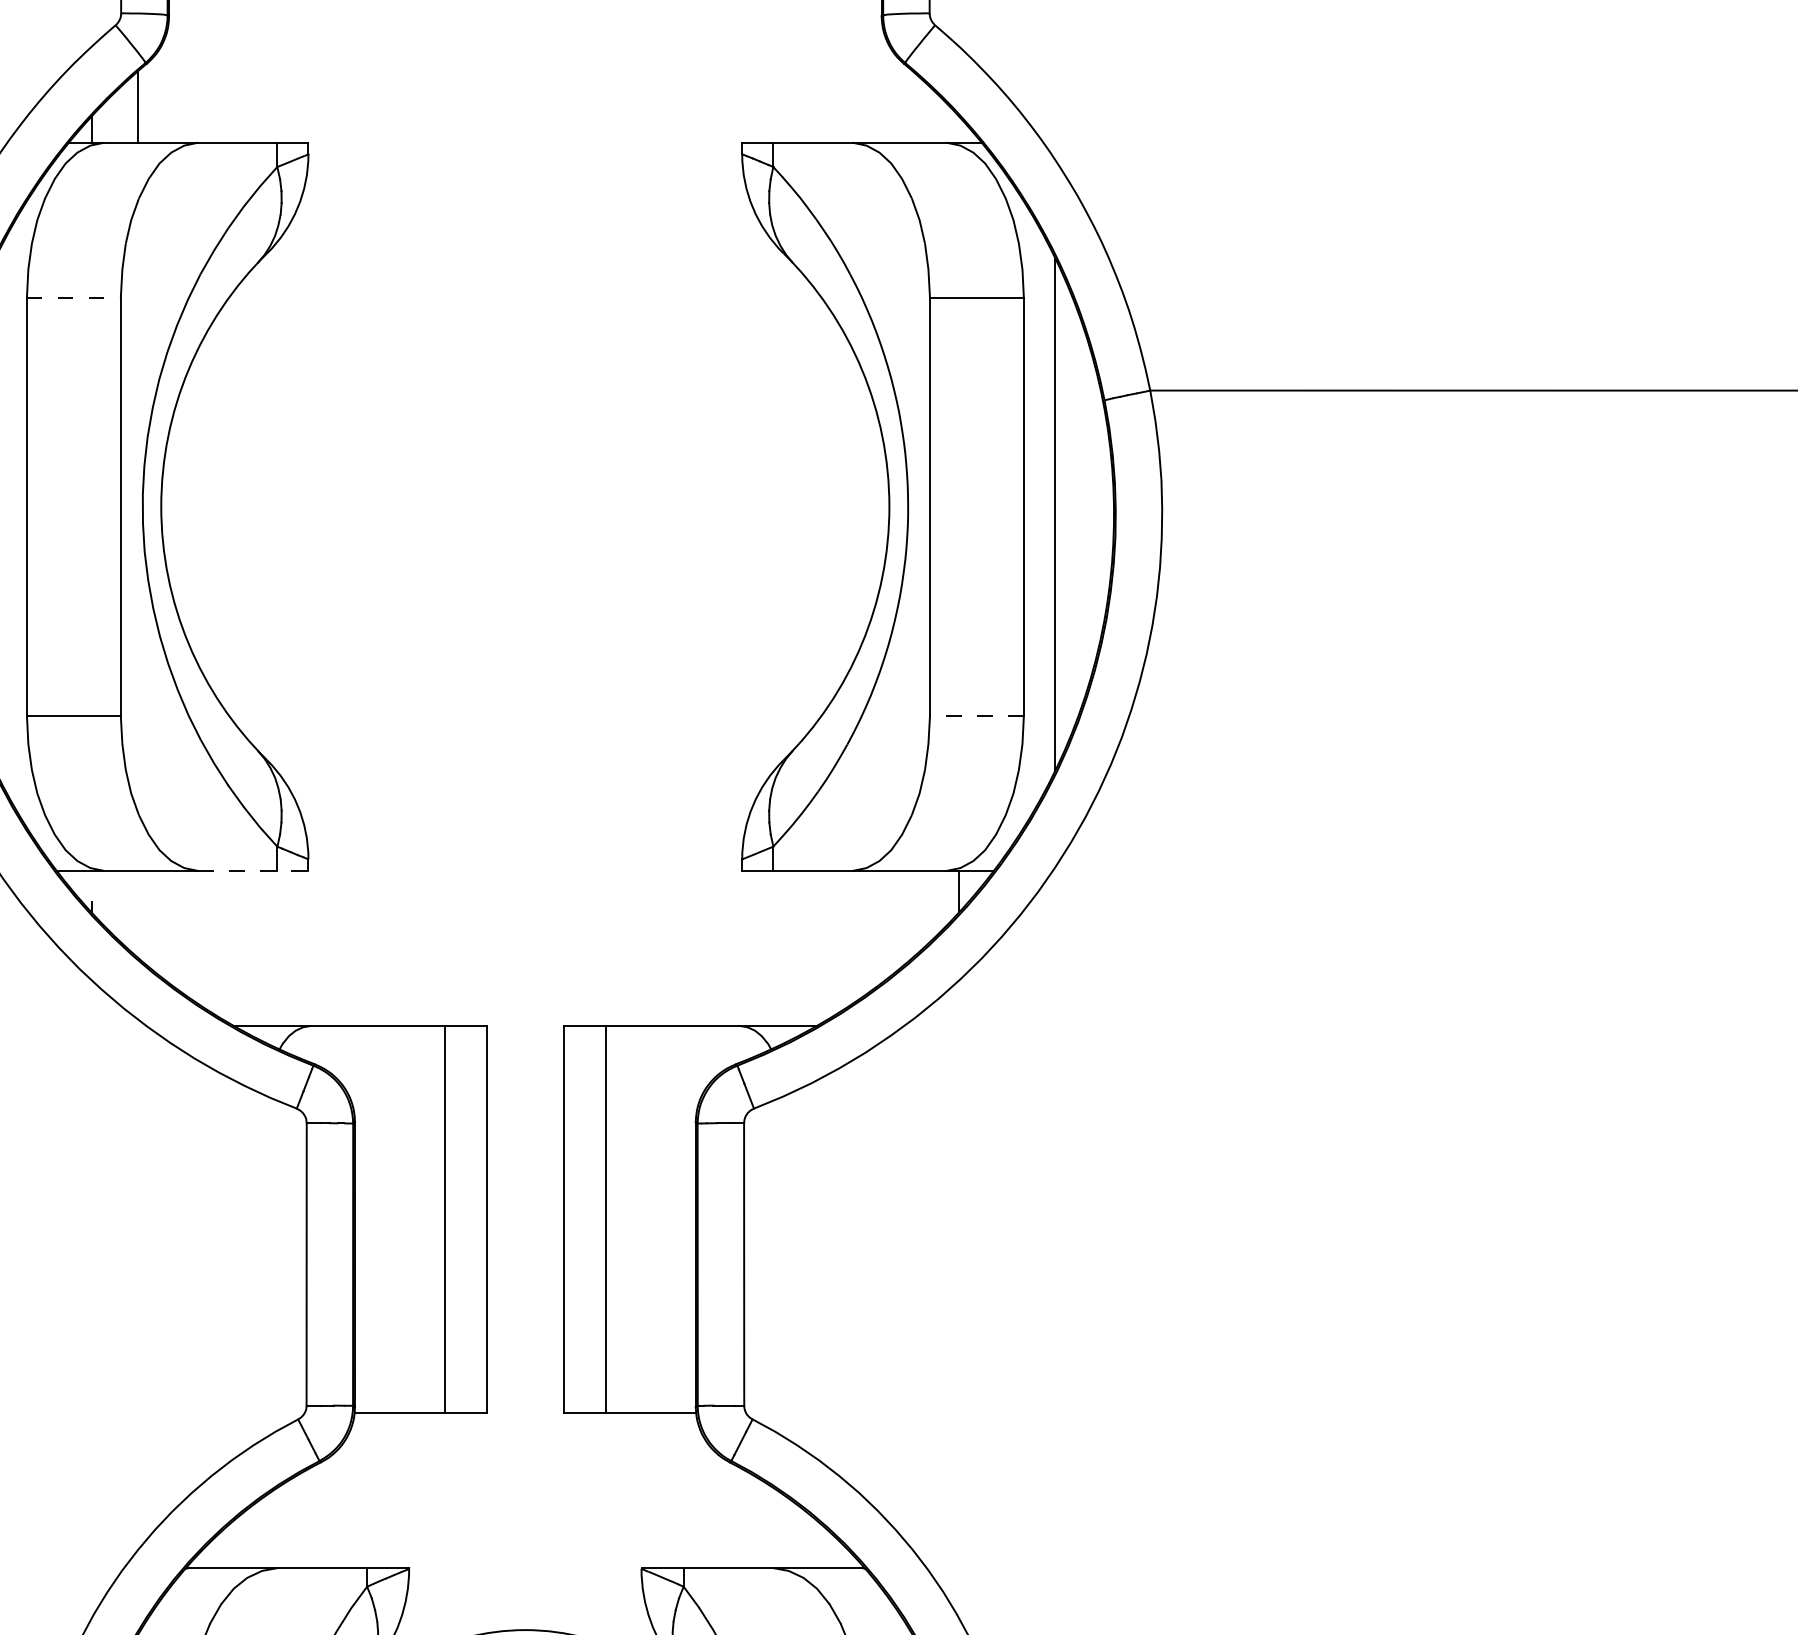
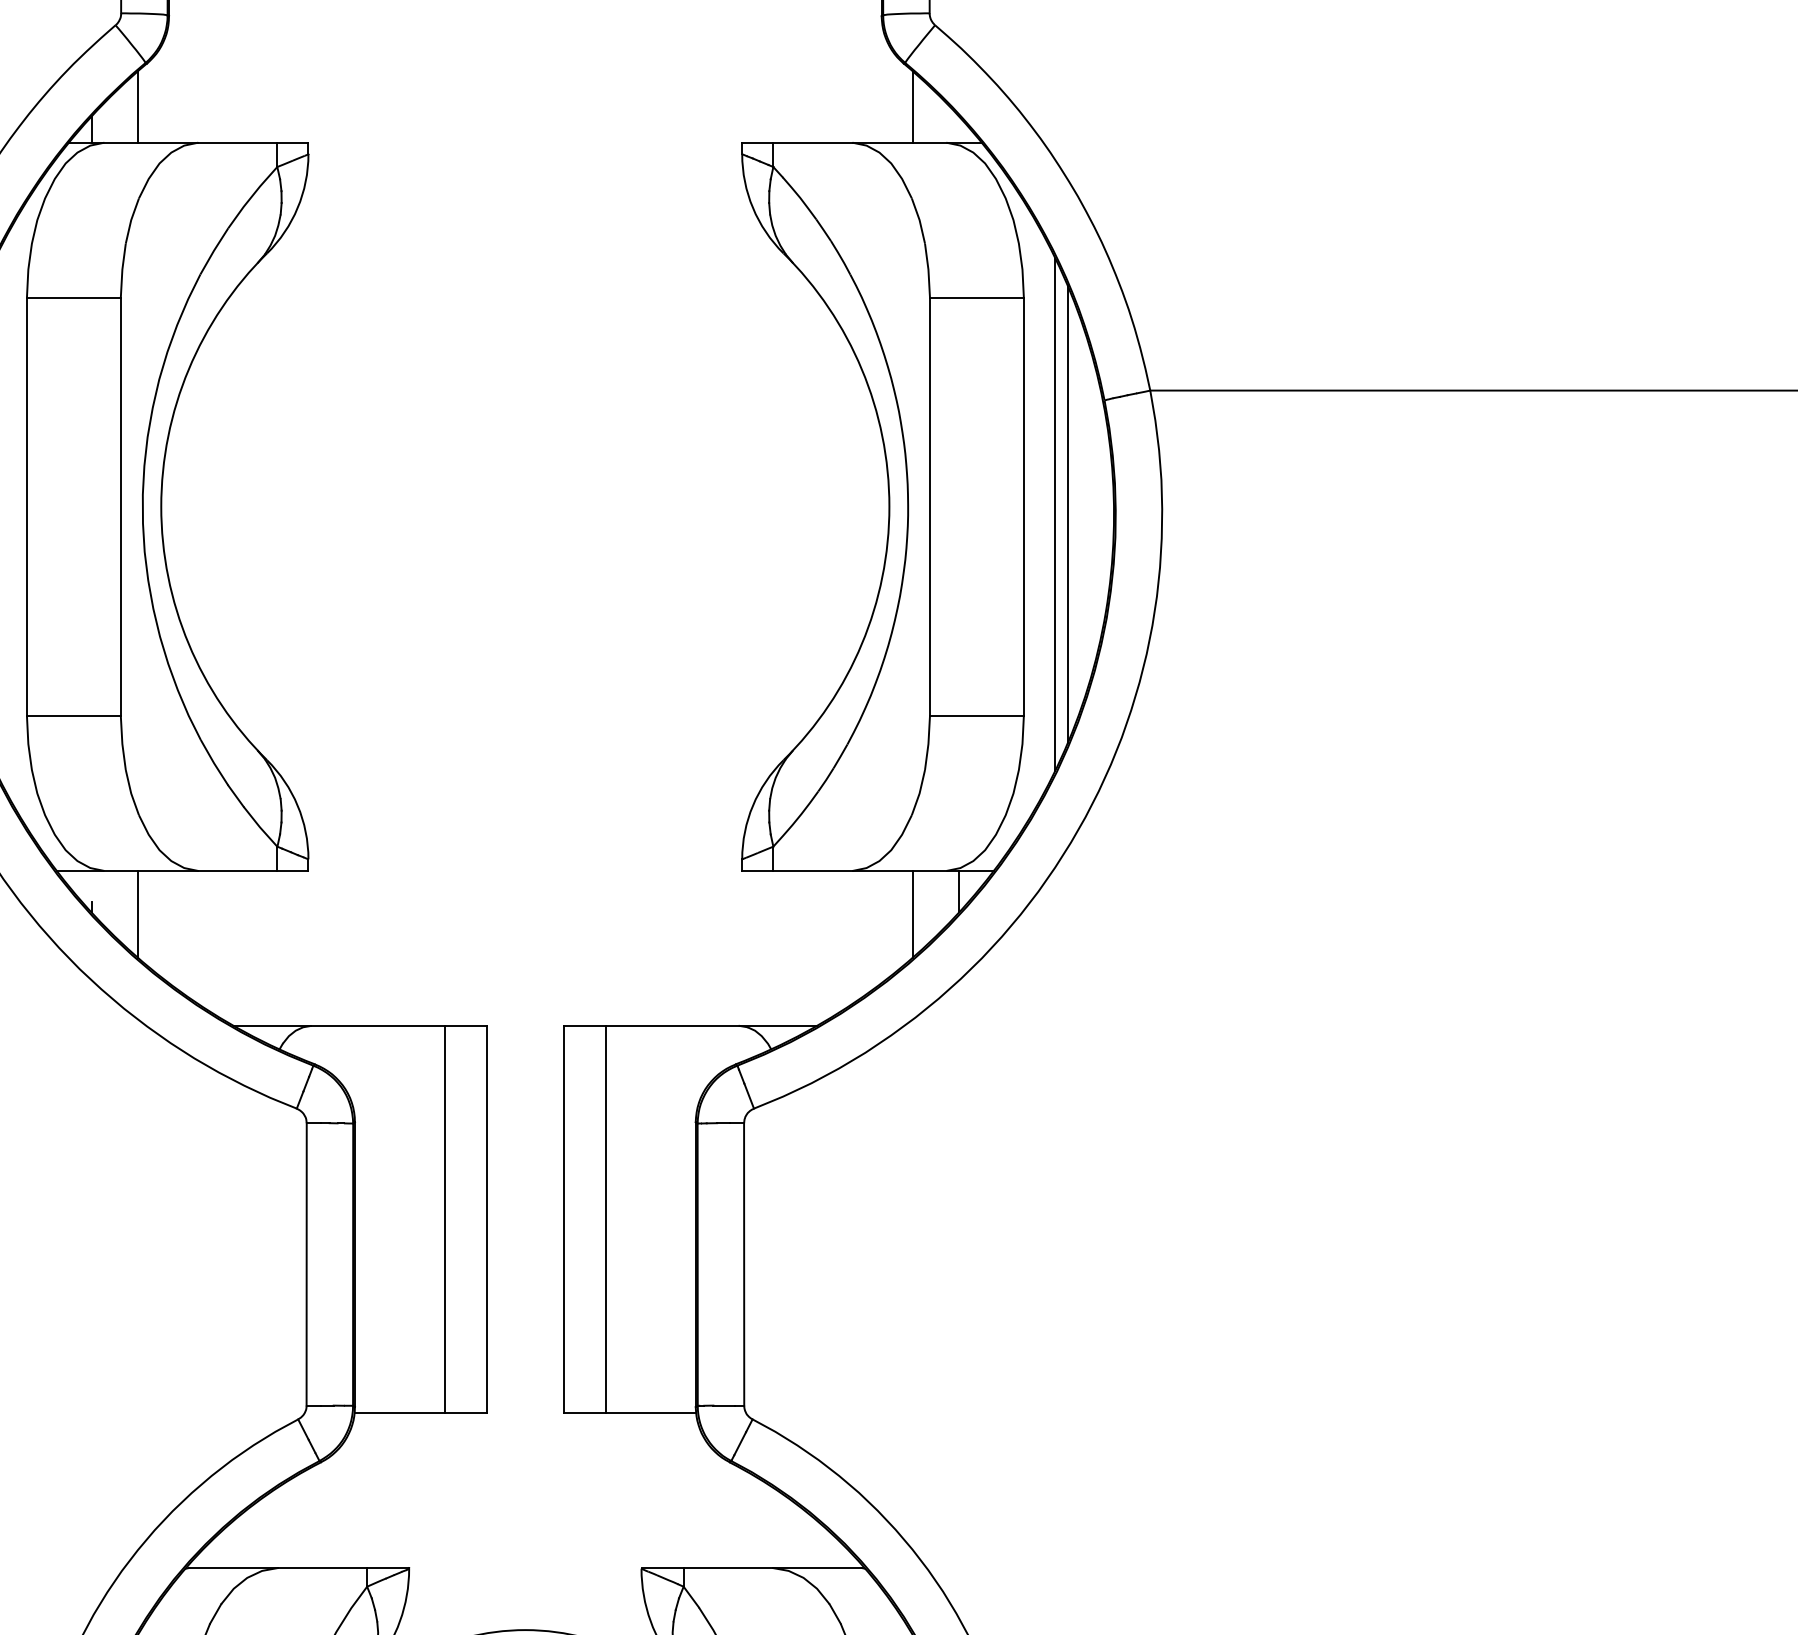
line at (912, 106): none -> present
line at (73, 297): dashed -> solid
line at (1067, 514): none -> present
line at (976, 716): dashed -> solid
line at (253, 870): dashed -> solid
line at (138, 913): none -> present
line at (912, 913): none -> present
